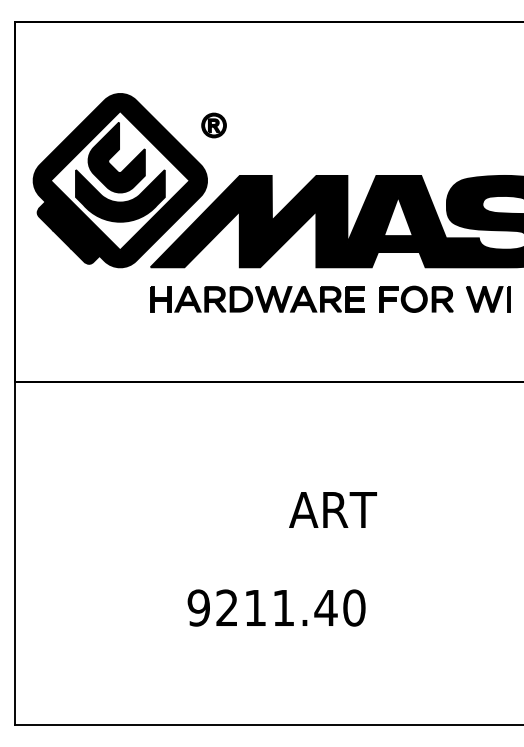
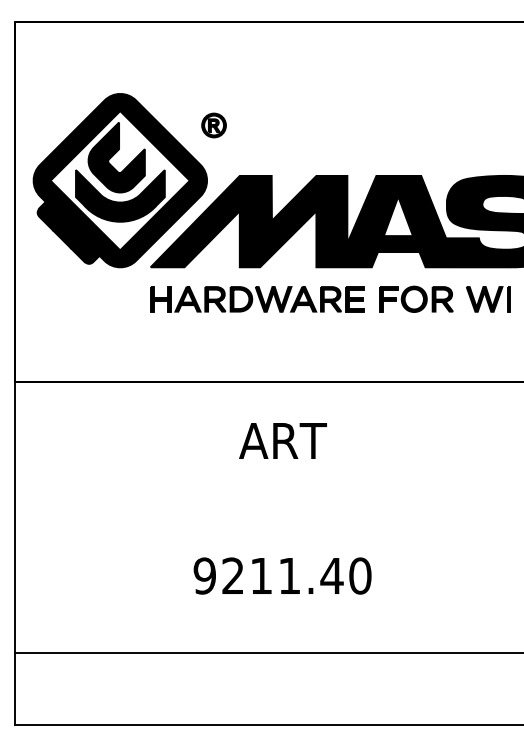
text at (332, 509) position: (332, 509) -> (282, 440)
text at (276, 607) position: (276, 607) -> (282, 575)
line at (267, 652): none -> present
